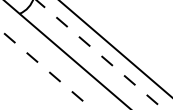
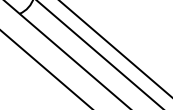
line at (100, 55): dashed -> solid
line at (46, 69): dashed -> solid
